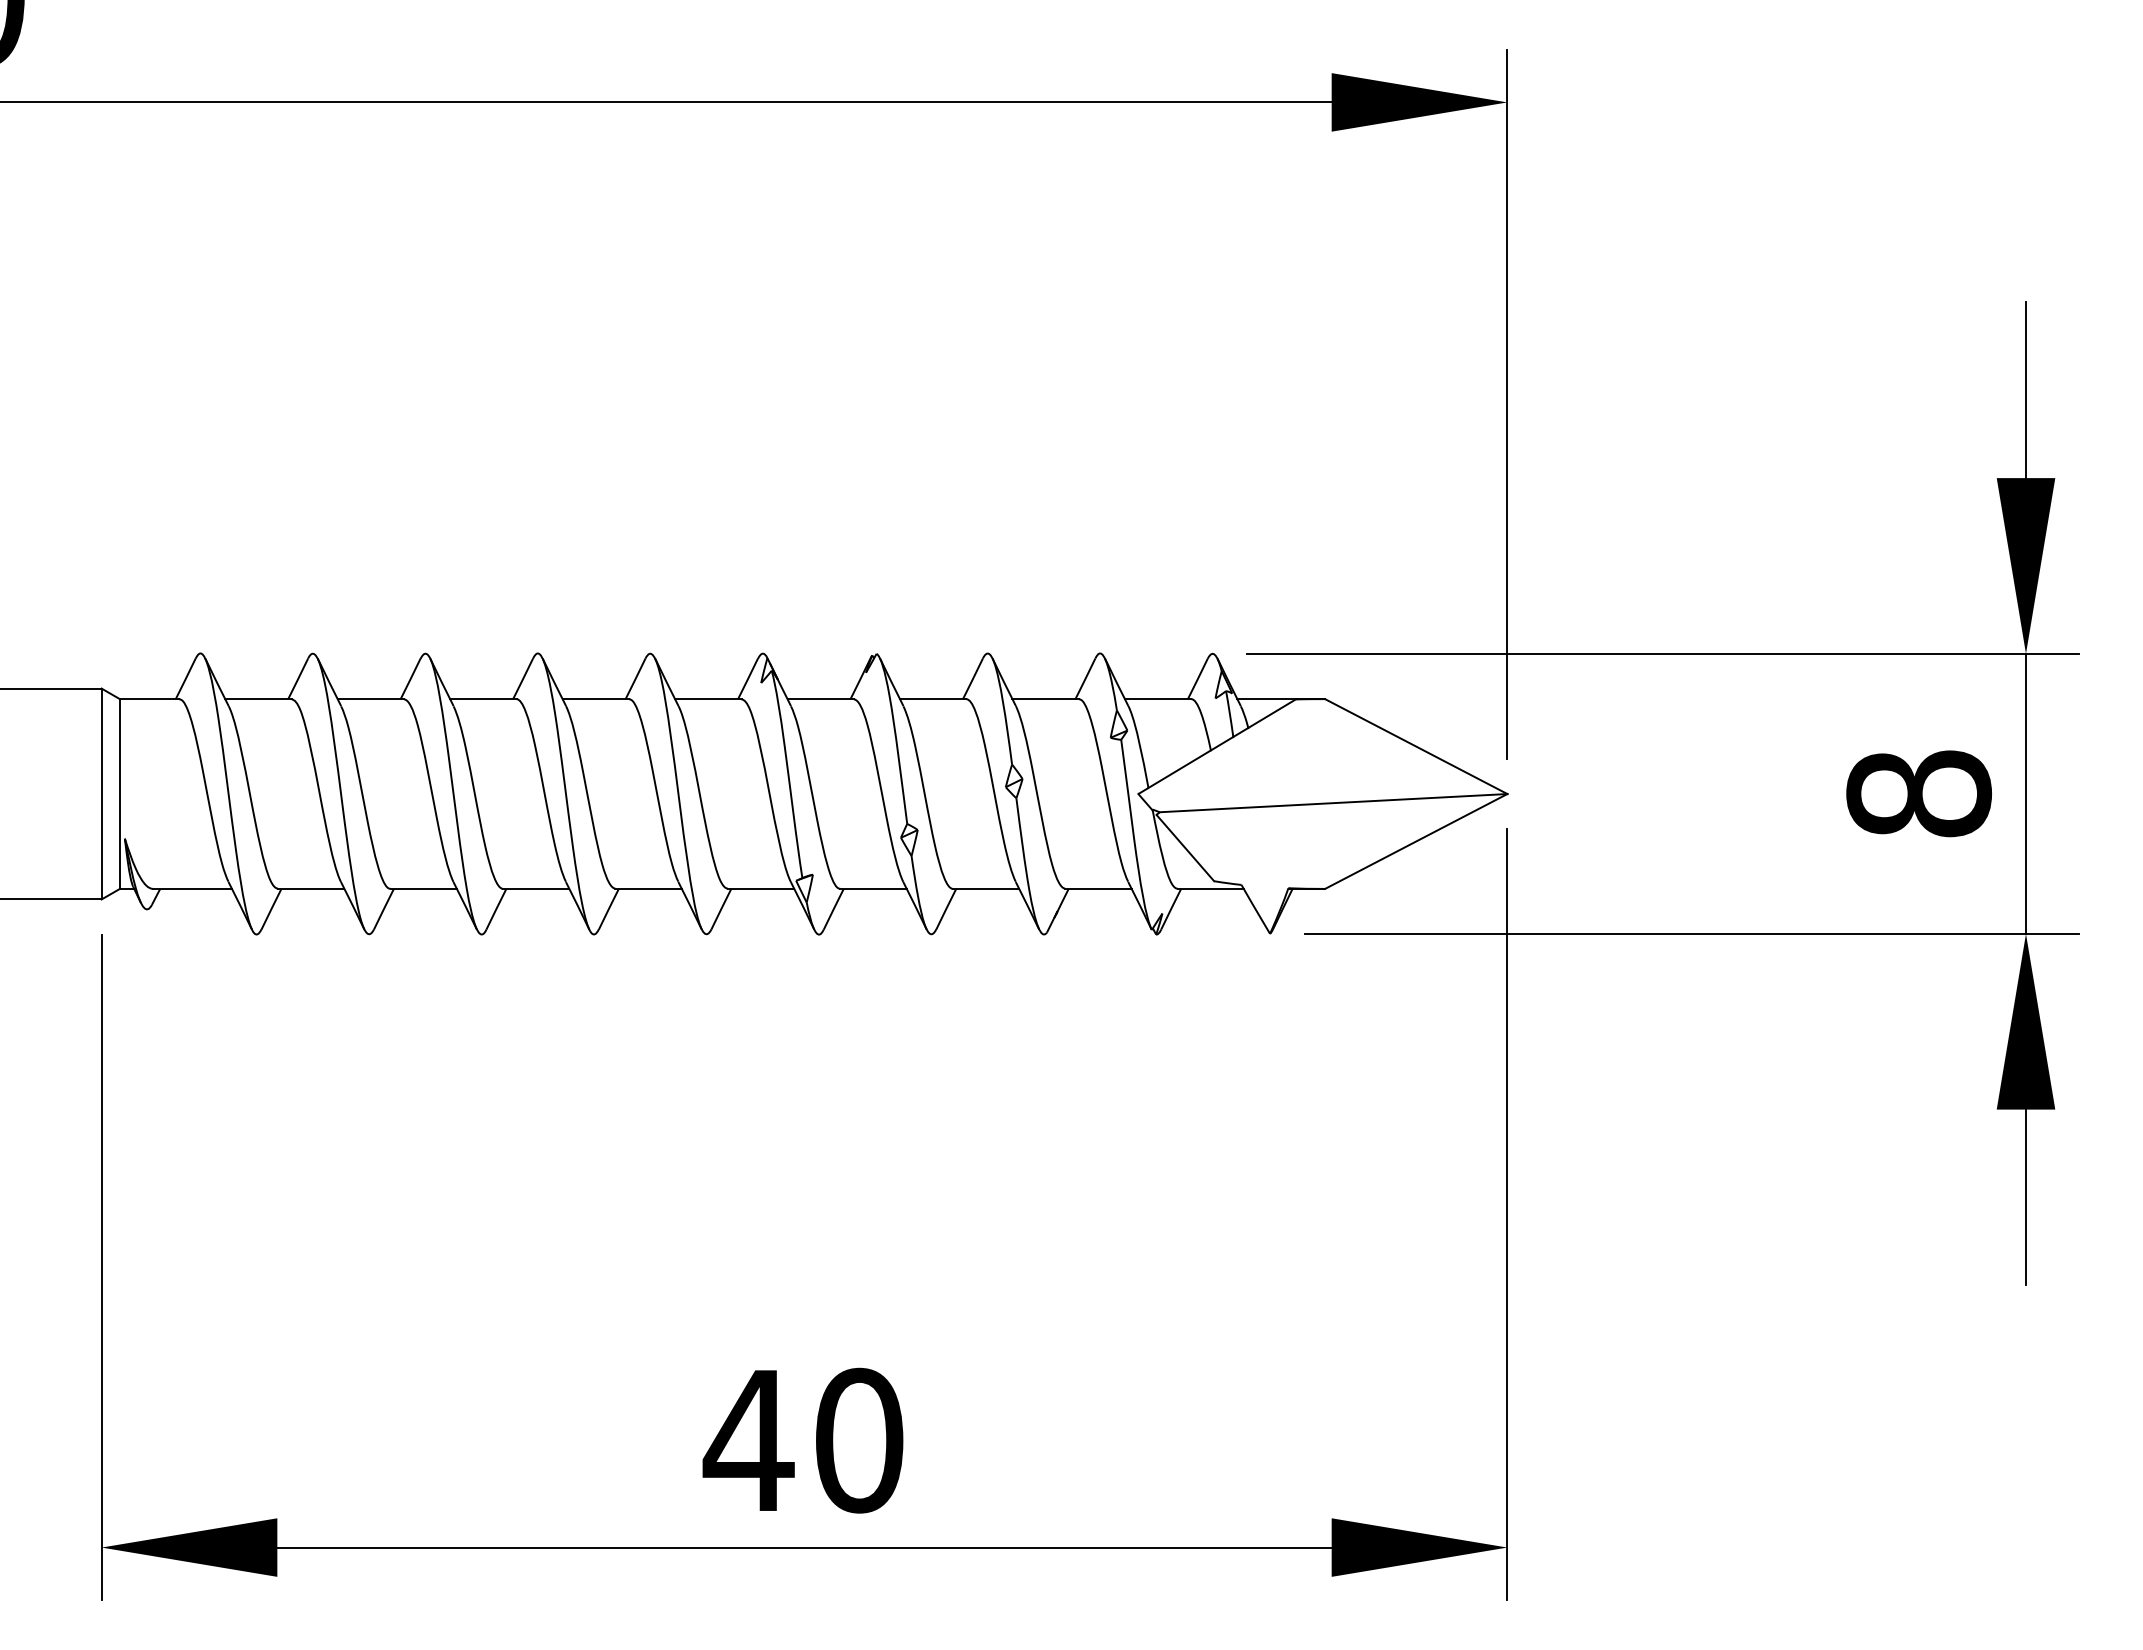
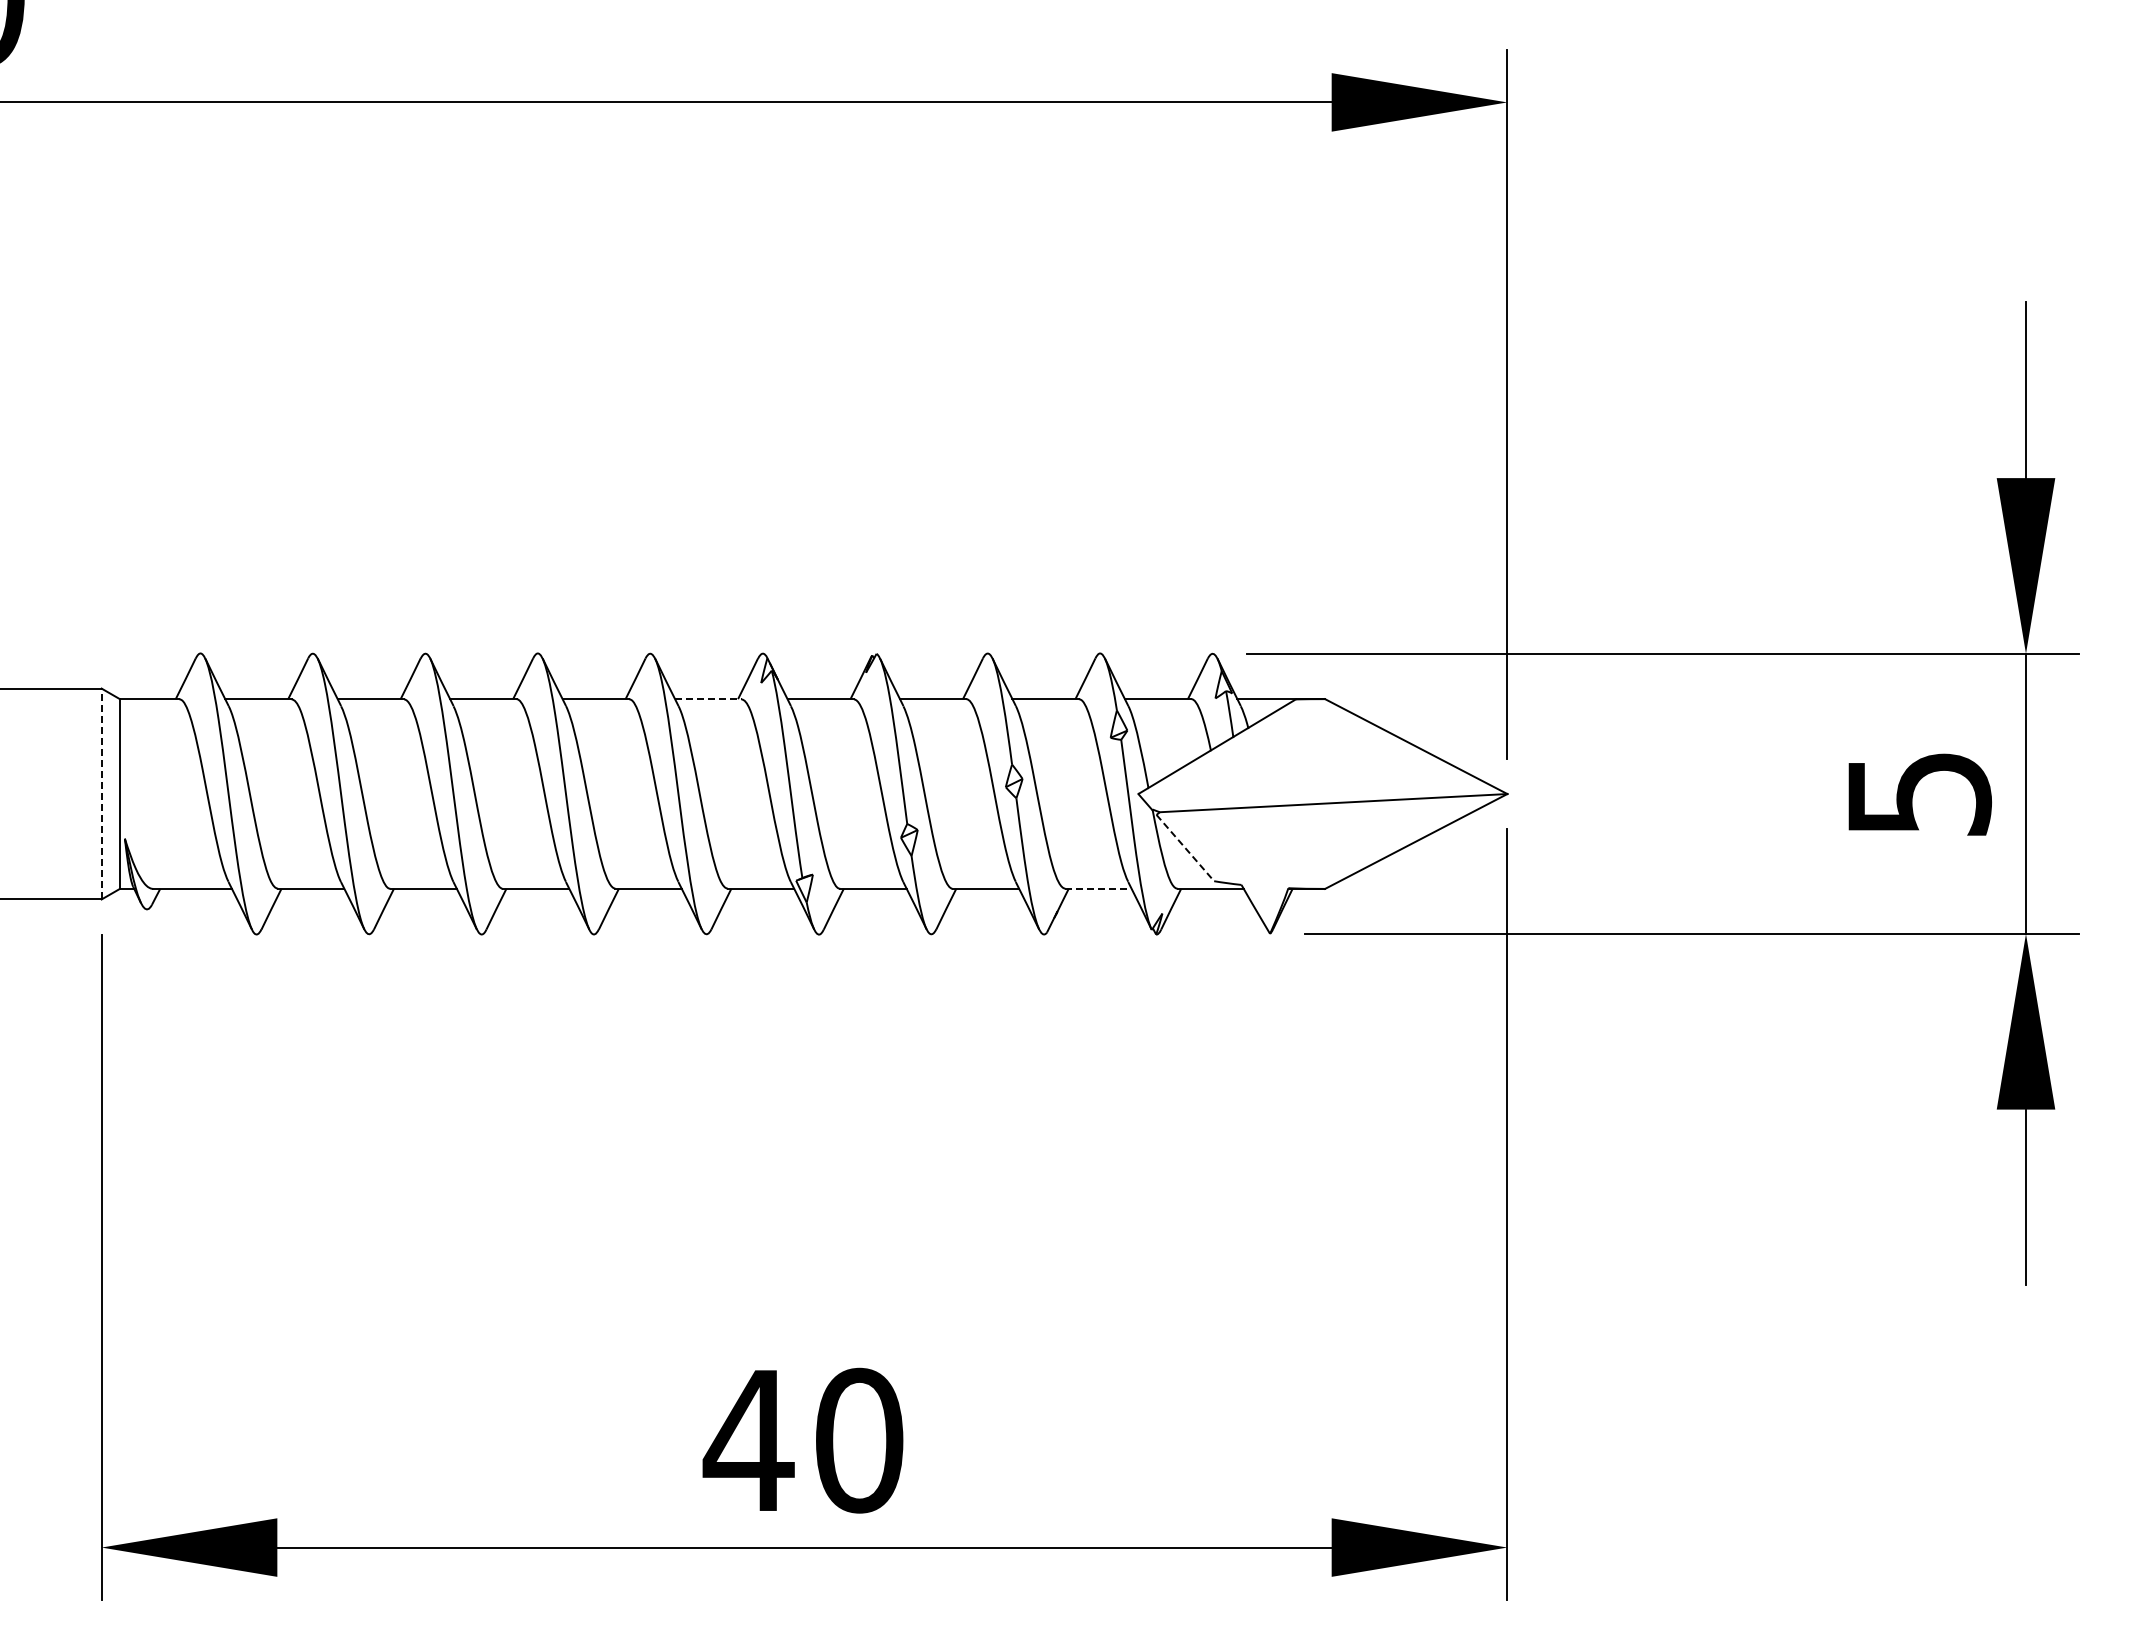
line at (708, 699): solid -> dashed
line at (101, 793): solid -> dashed
text at (1919, 793): 8 -> 5
line at (1185, 848): solid -> dashed
line at (1098, 888): solid -> dashed
